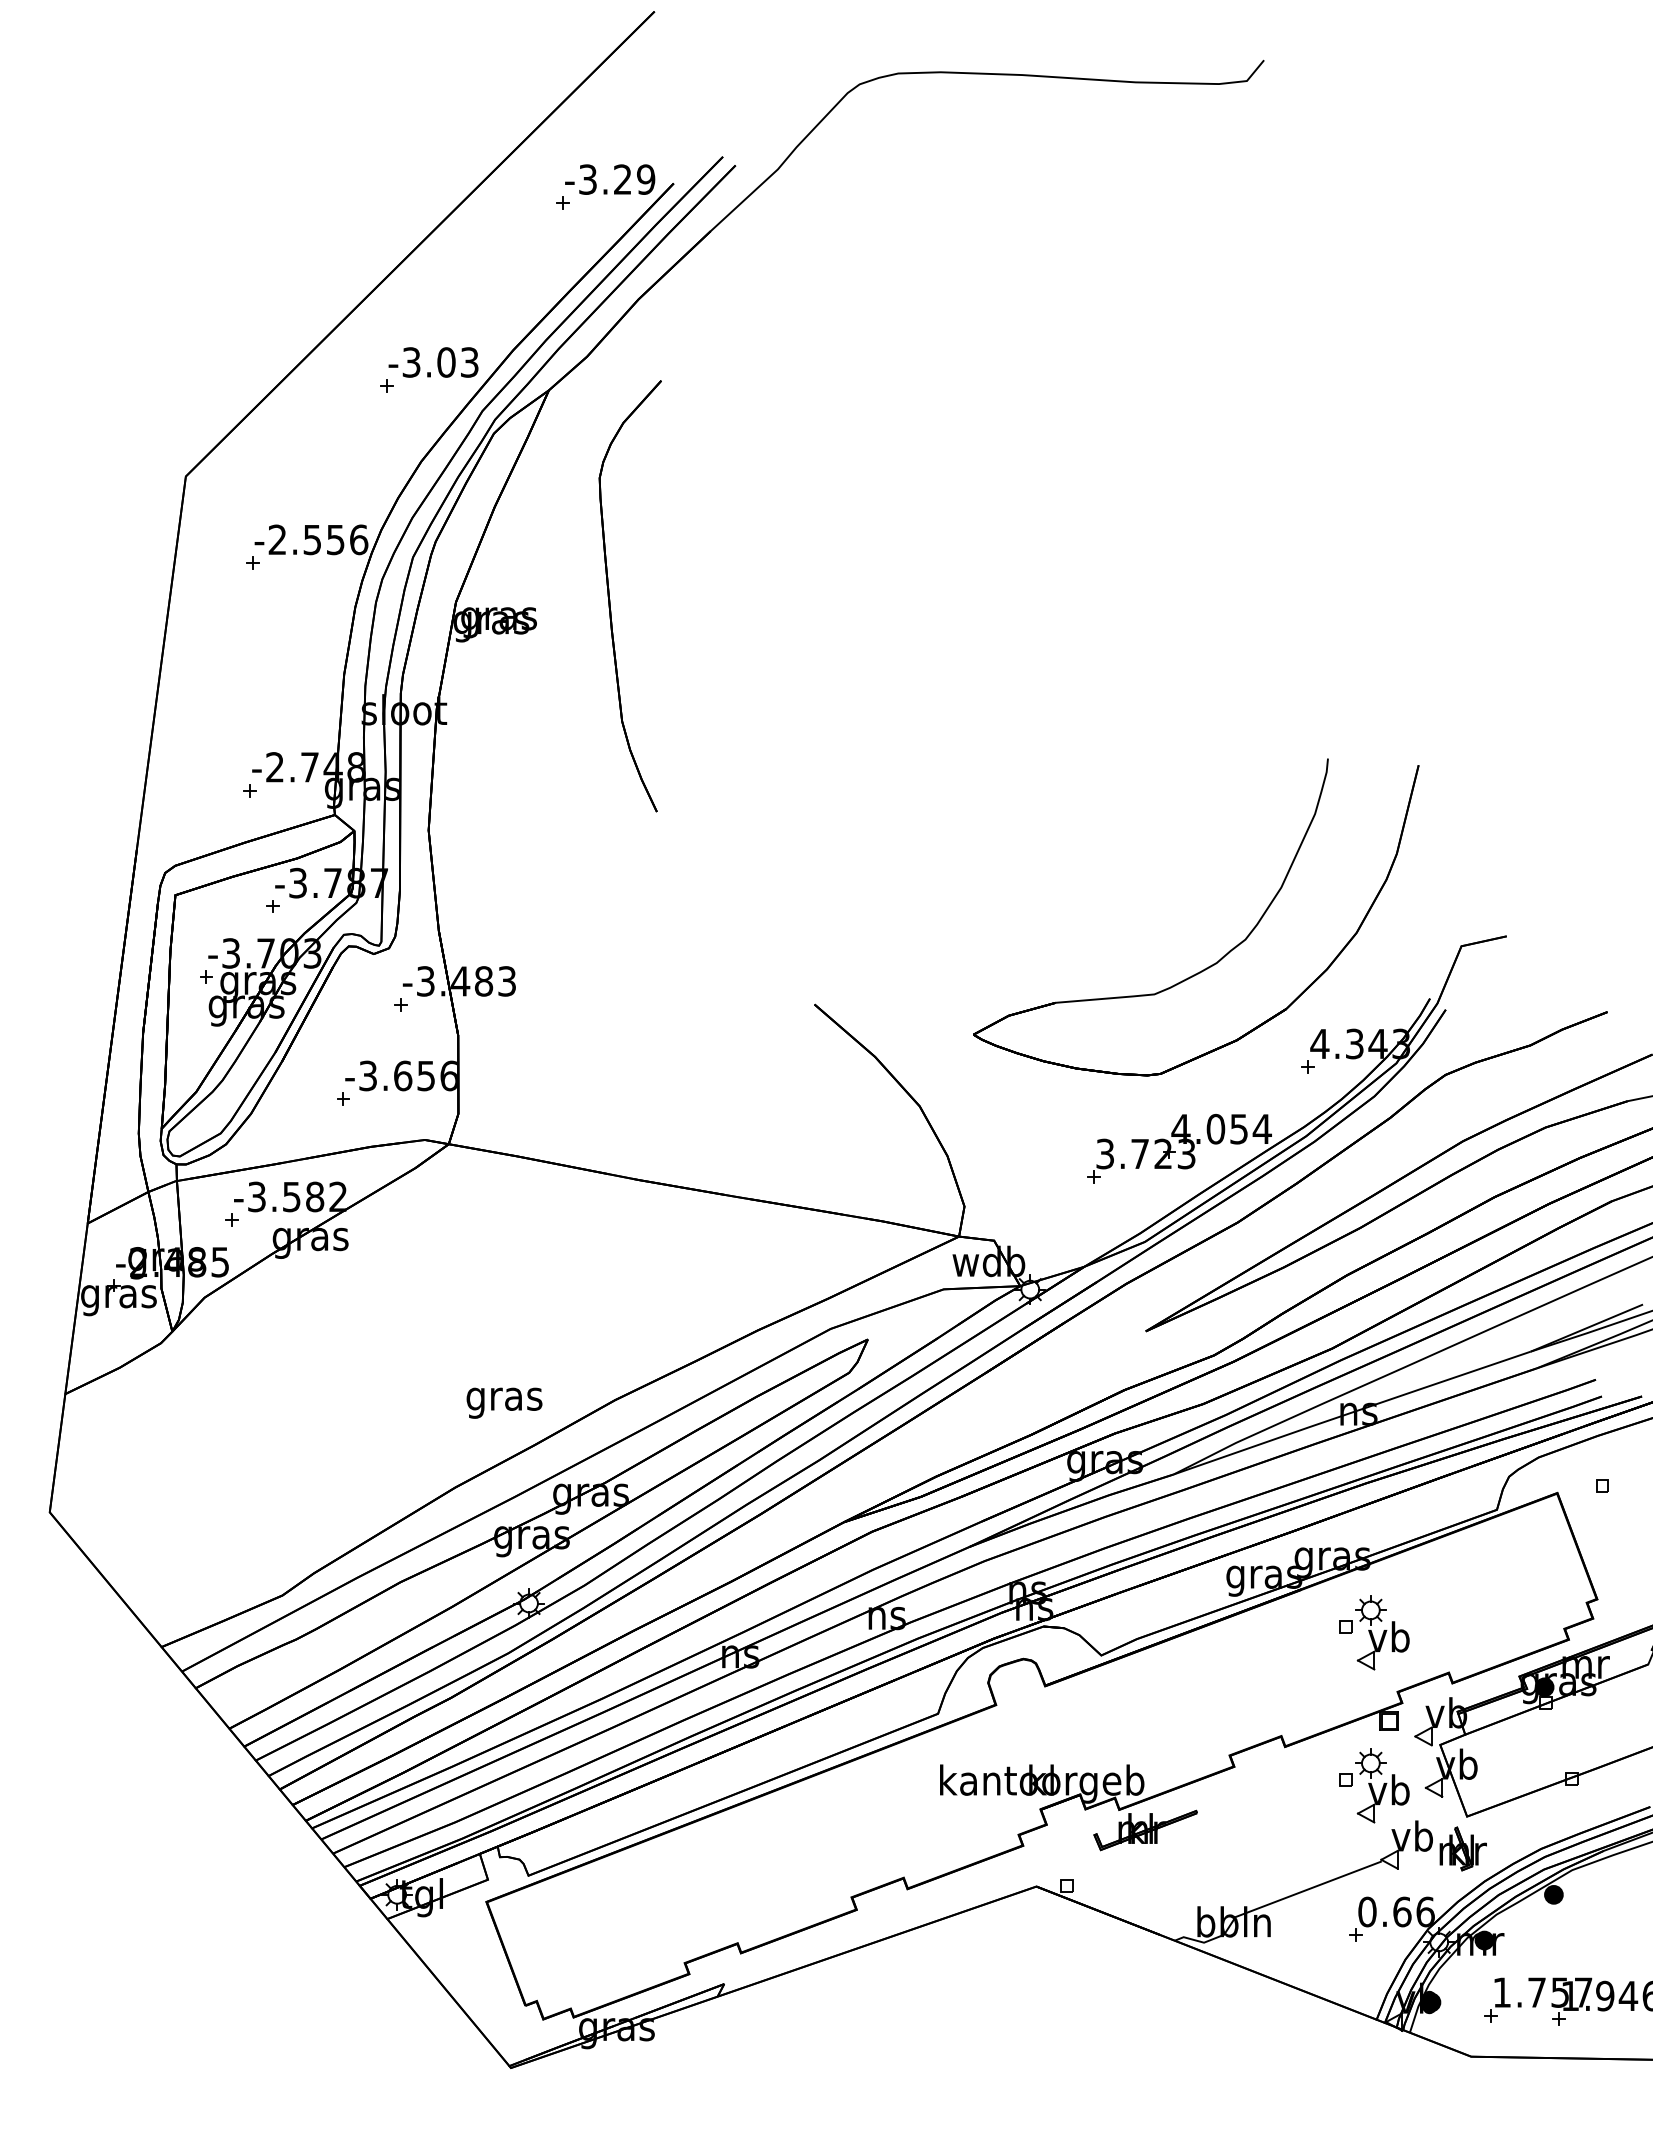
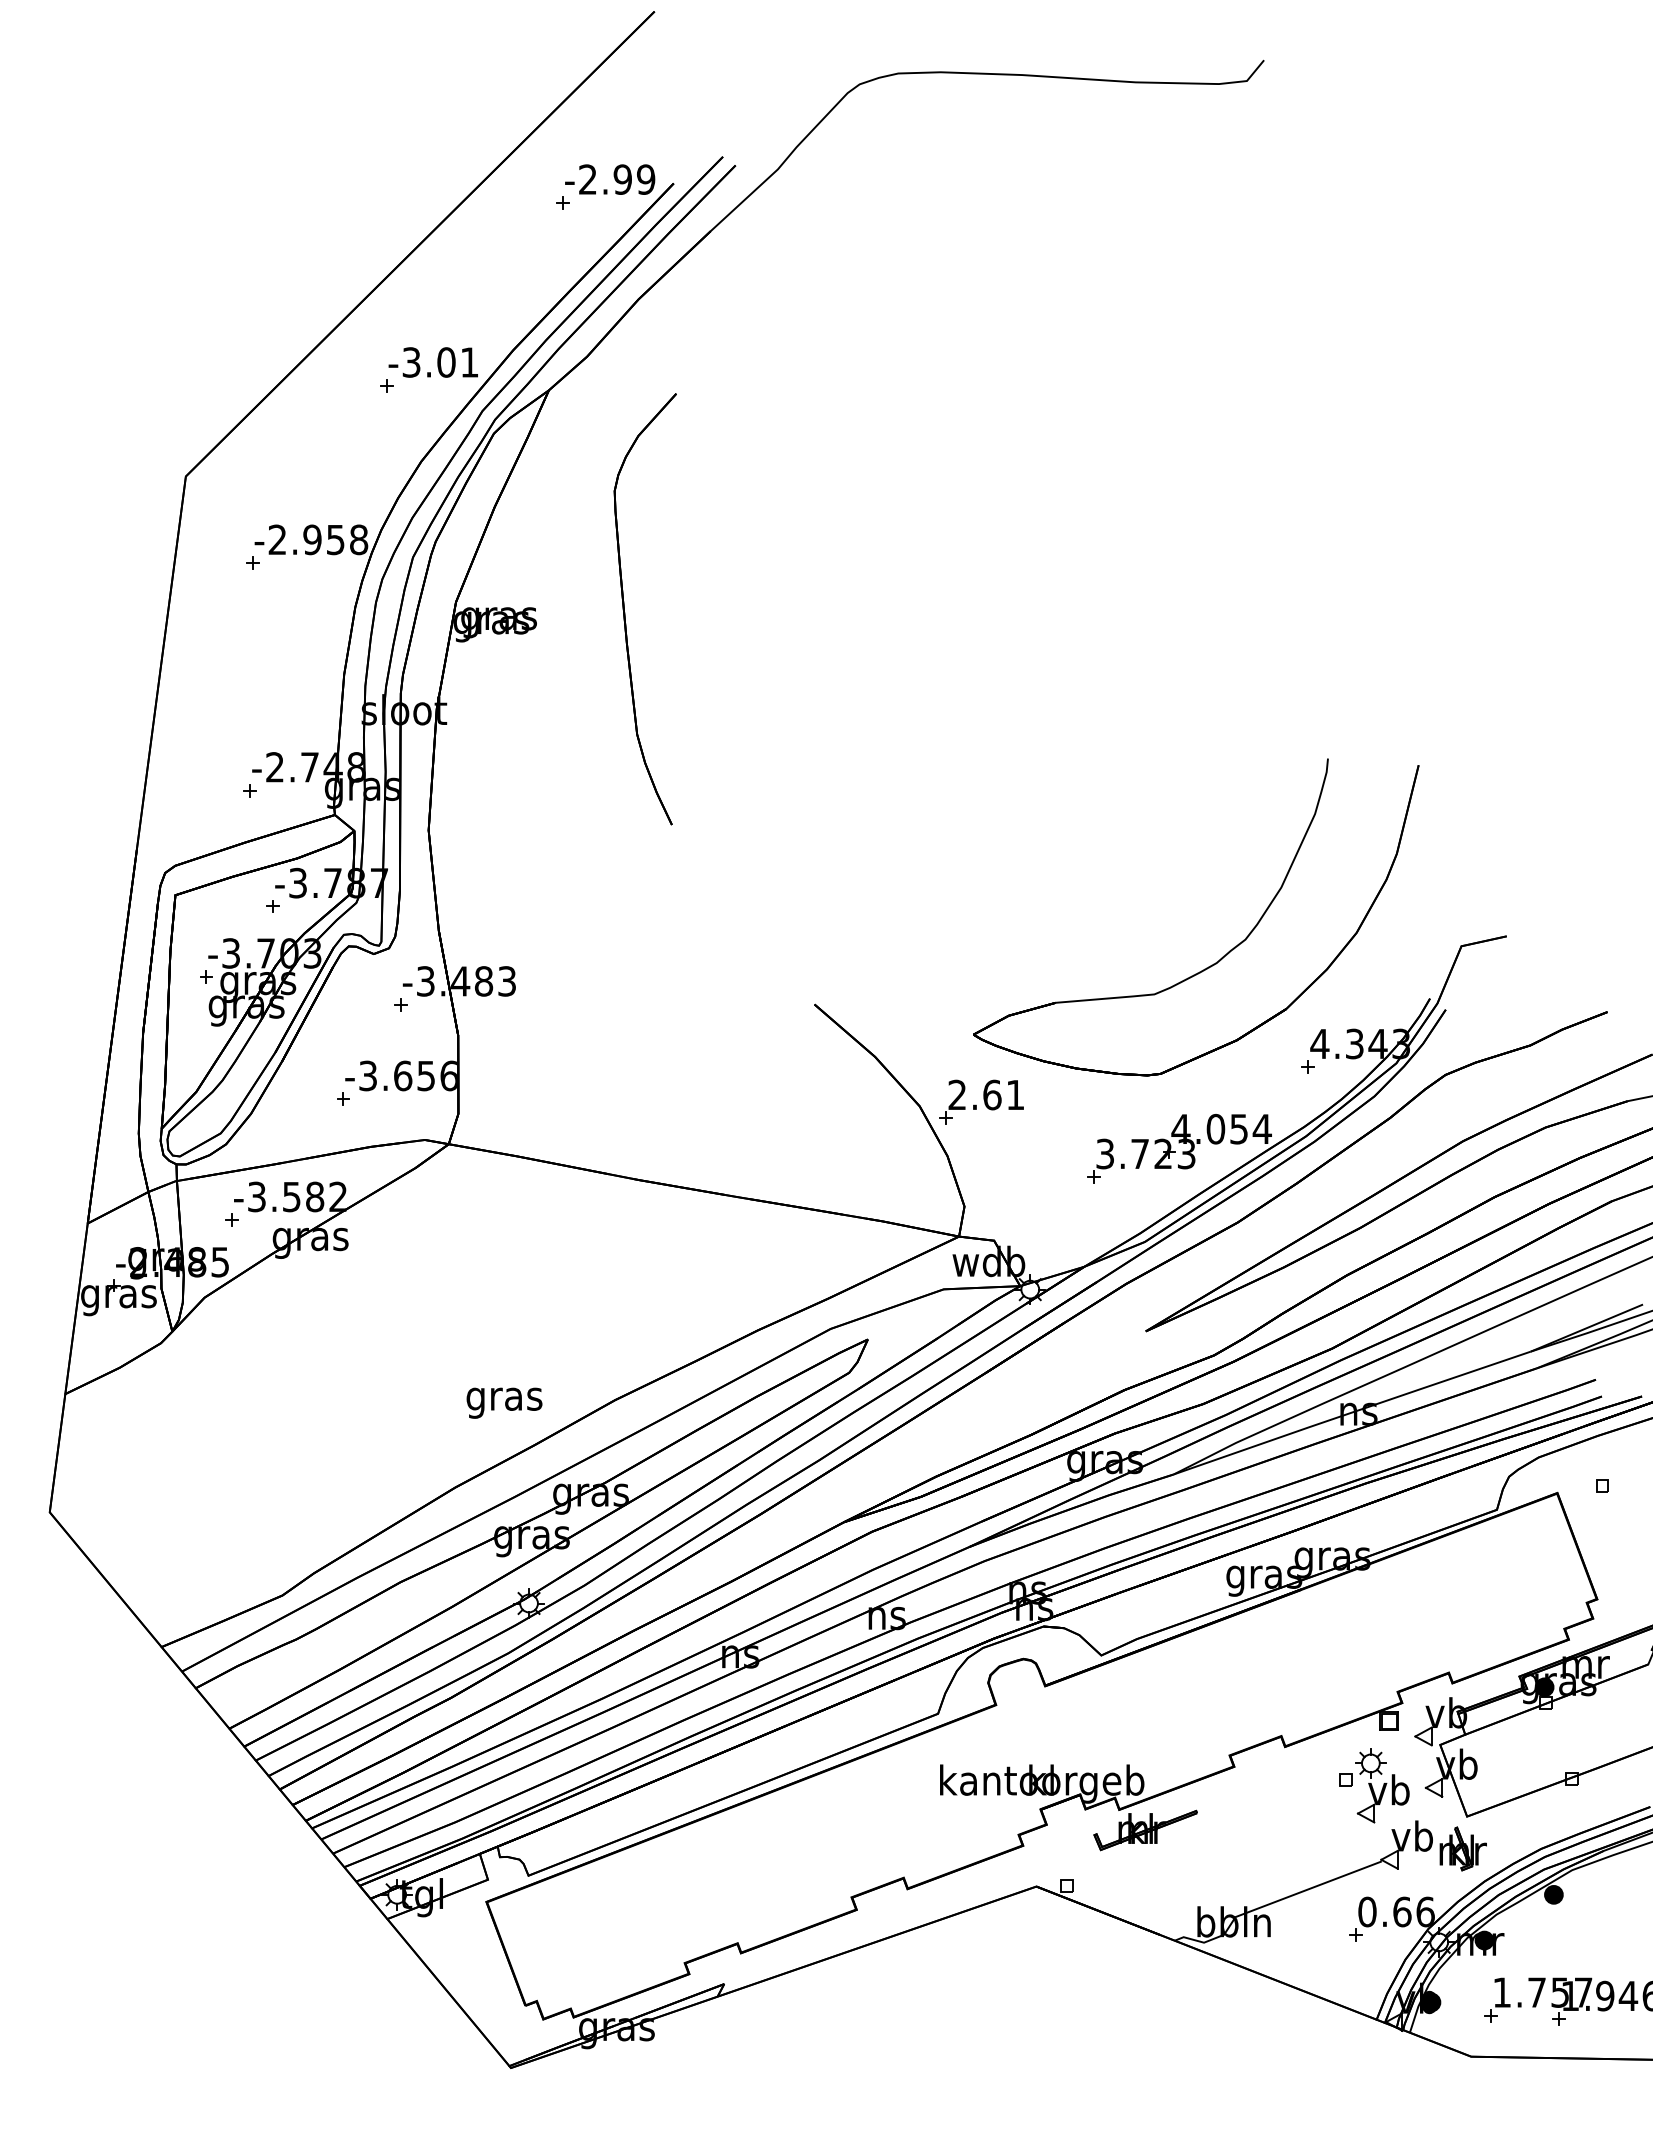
text at (605, 179): -3.29 -> -2.99
text at (469, 362): -3.03 -> -3.01
text at (335, 539): -2.556 -> -2.958
part at (610, 599) position: (610, 599) -> (625, 612)
part at (981, 1101): none -> present
part at (1374, 1632): present -> none
